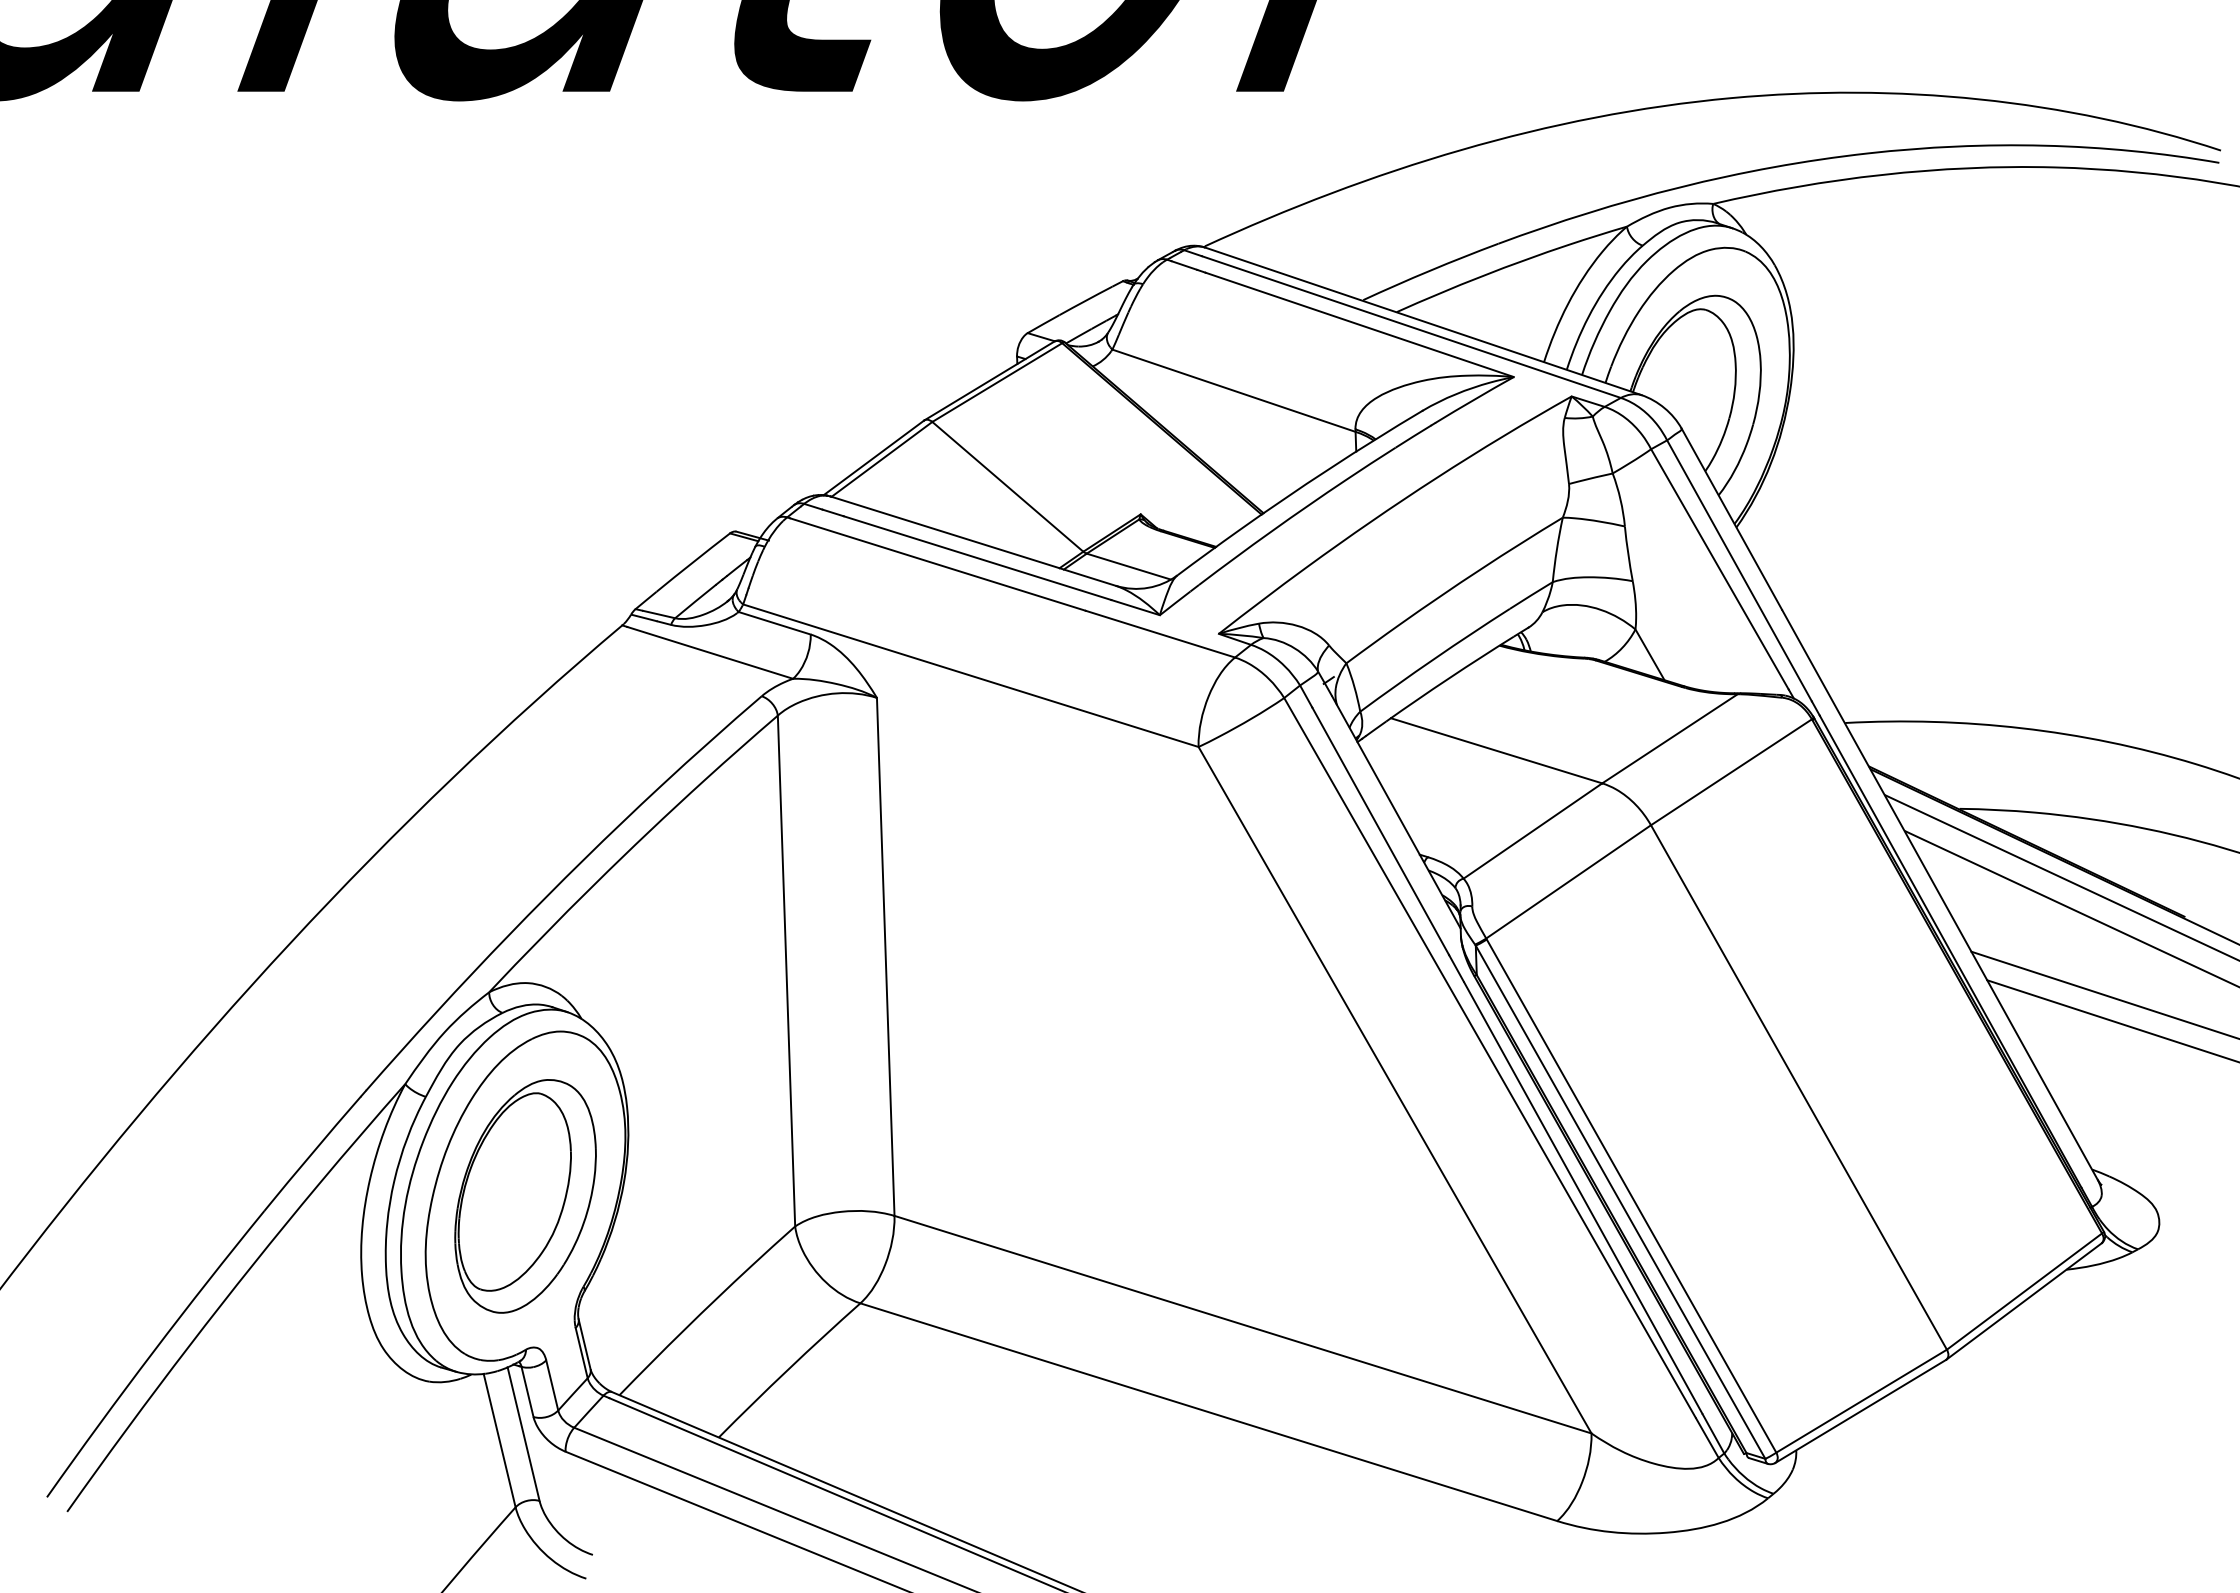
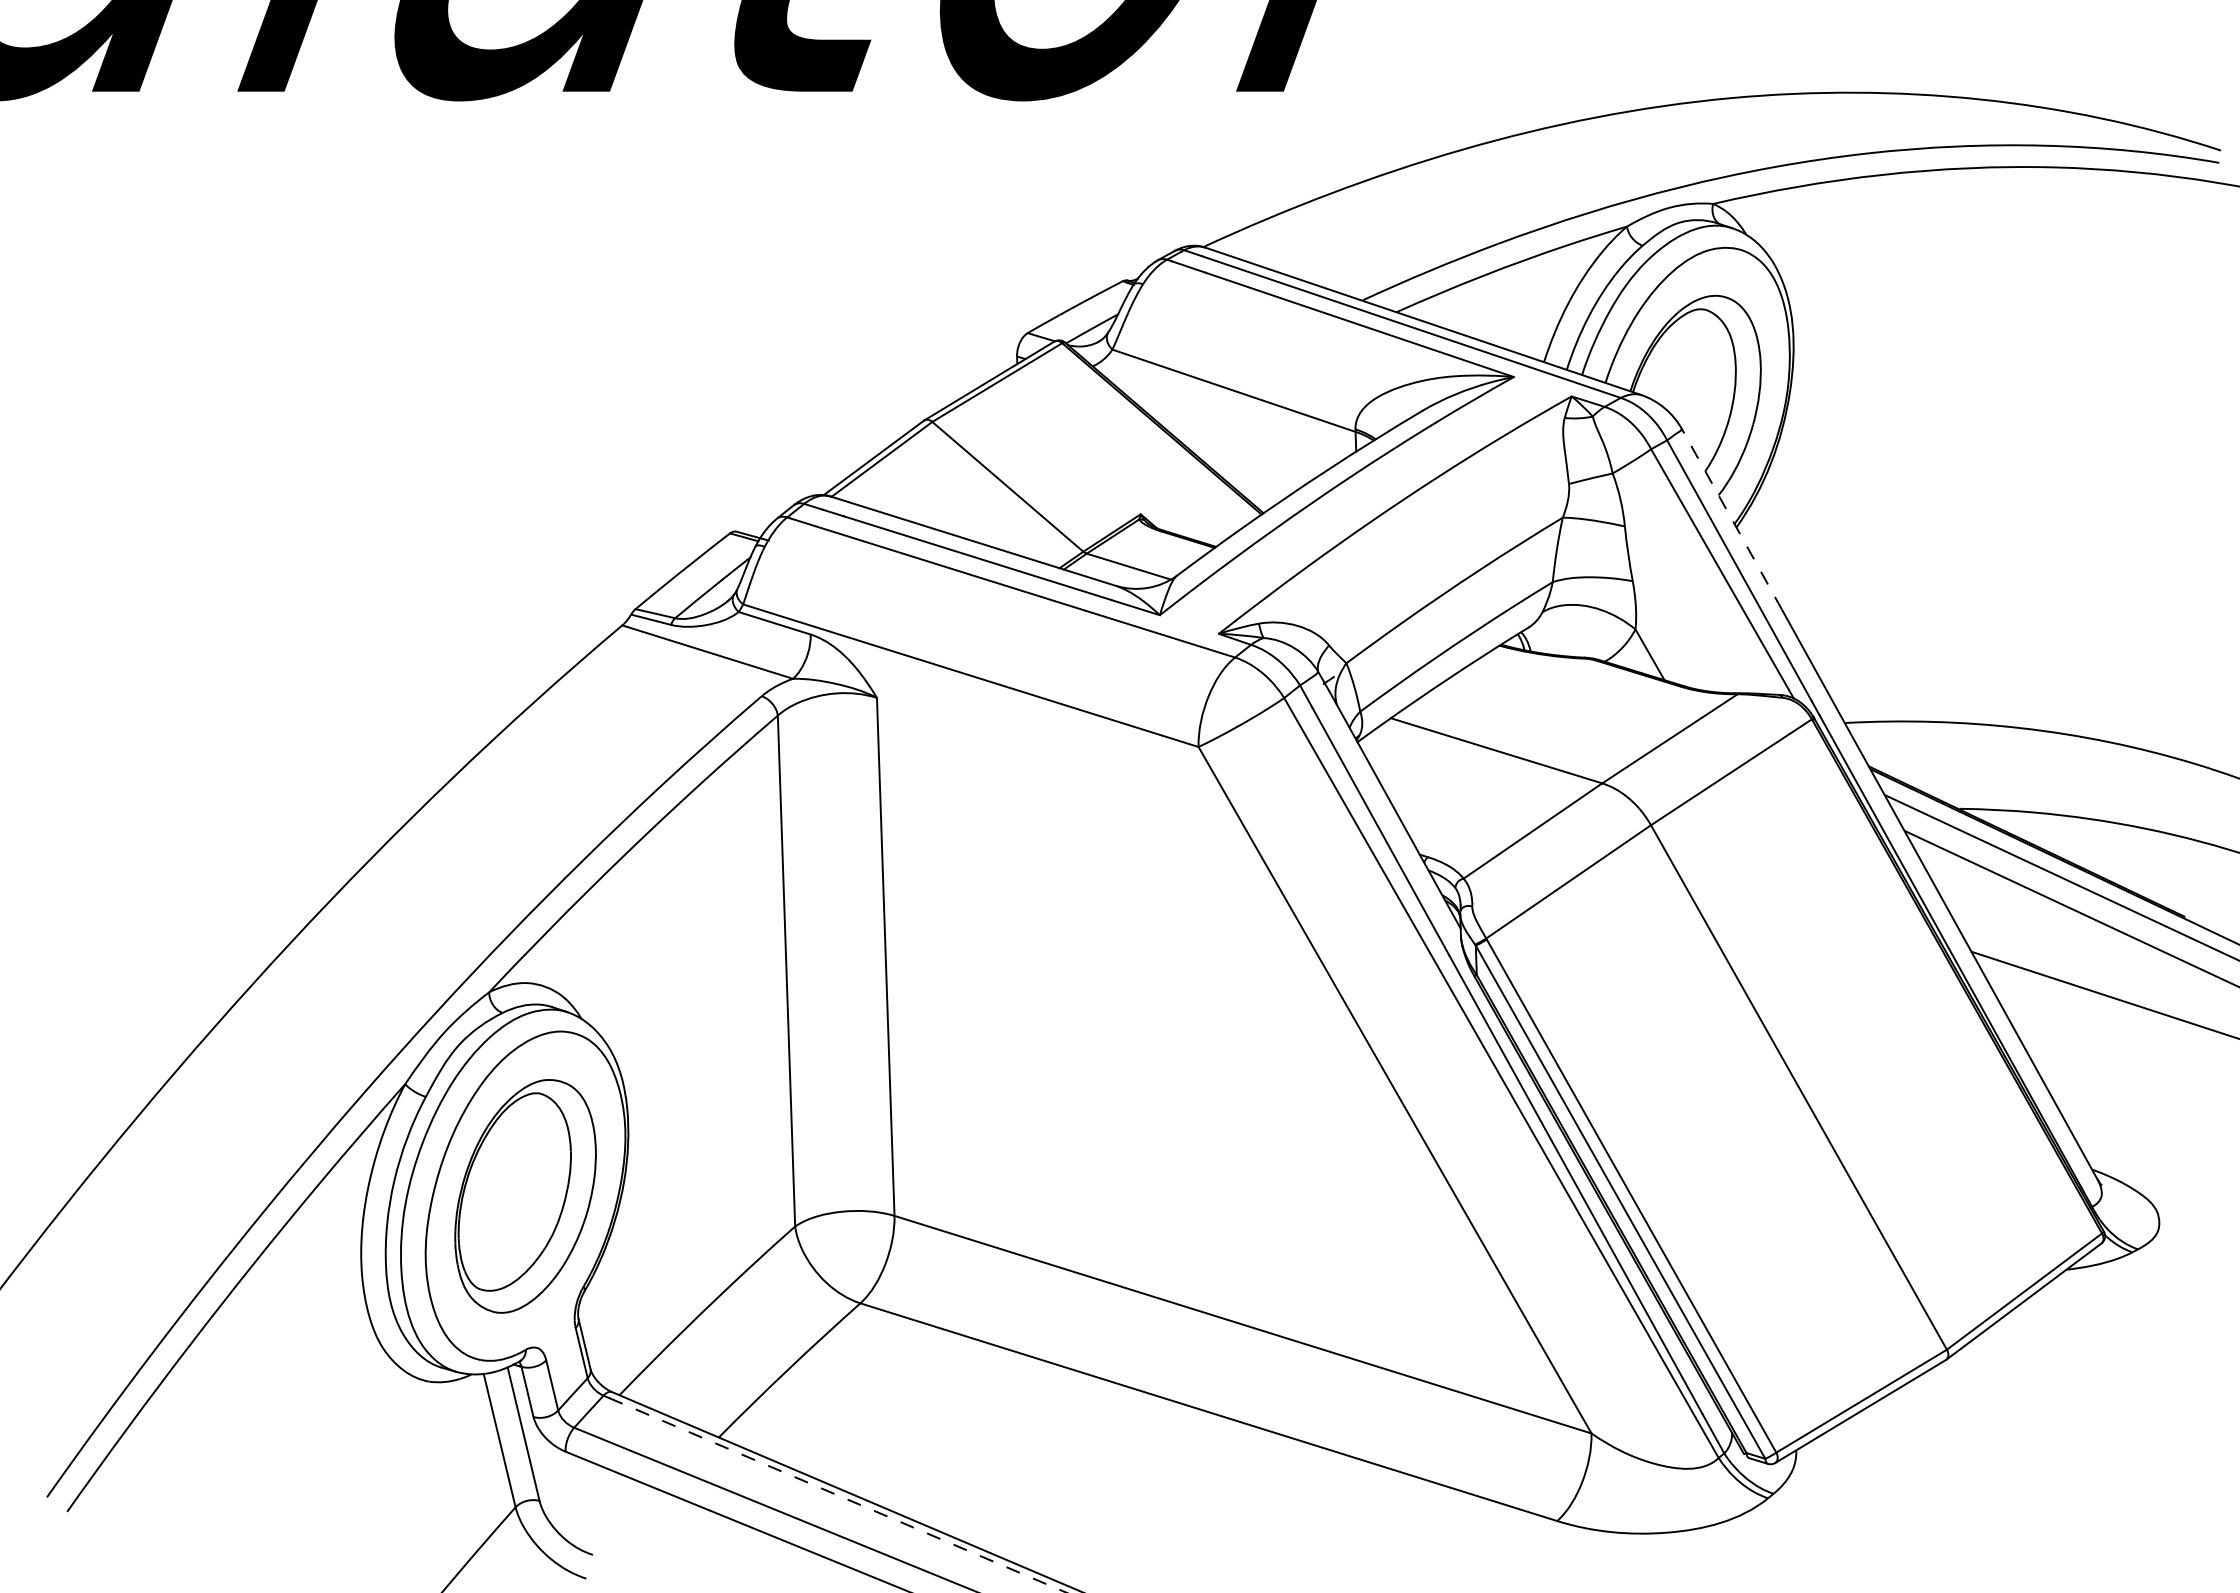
line at (1731, 519): solid -> dashed
line at (2111, 1020): present -> none
line at (838, 1495): solid -> dashed
